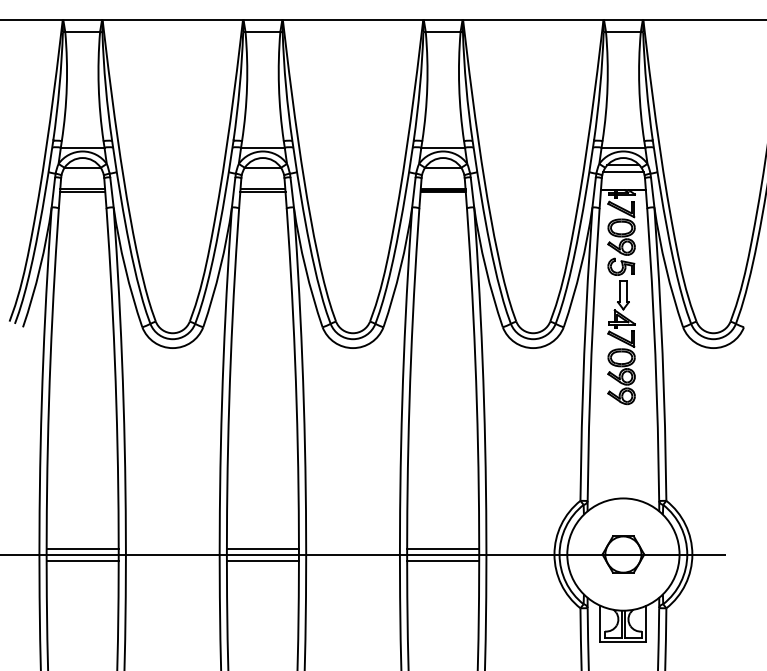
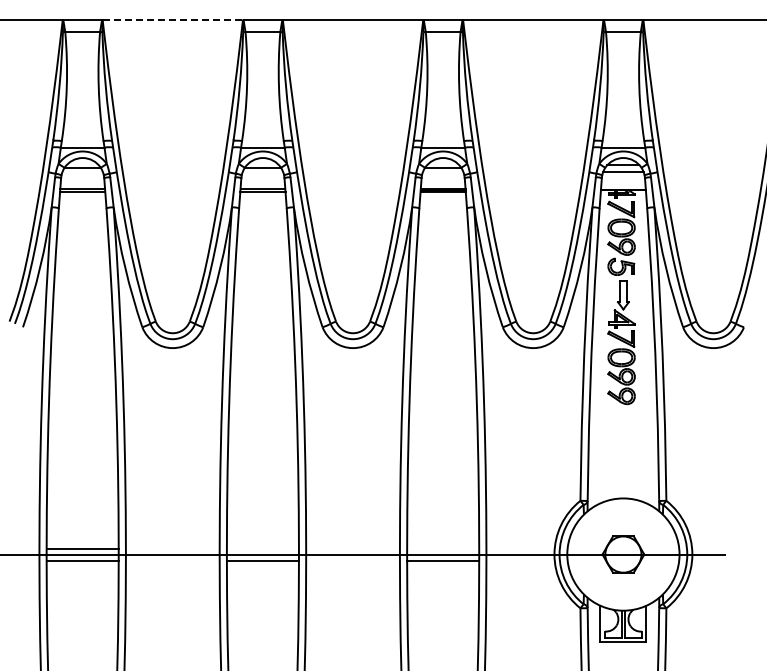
line at (173, 20): solid -> dashed
line at (262, 548): present -> none
line at (443, 548): present -> none
